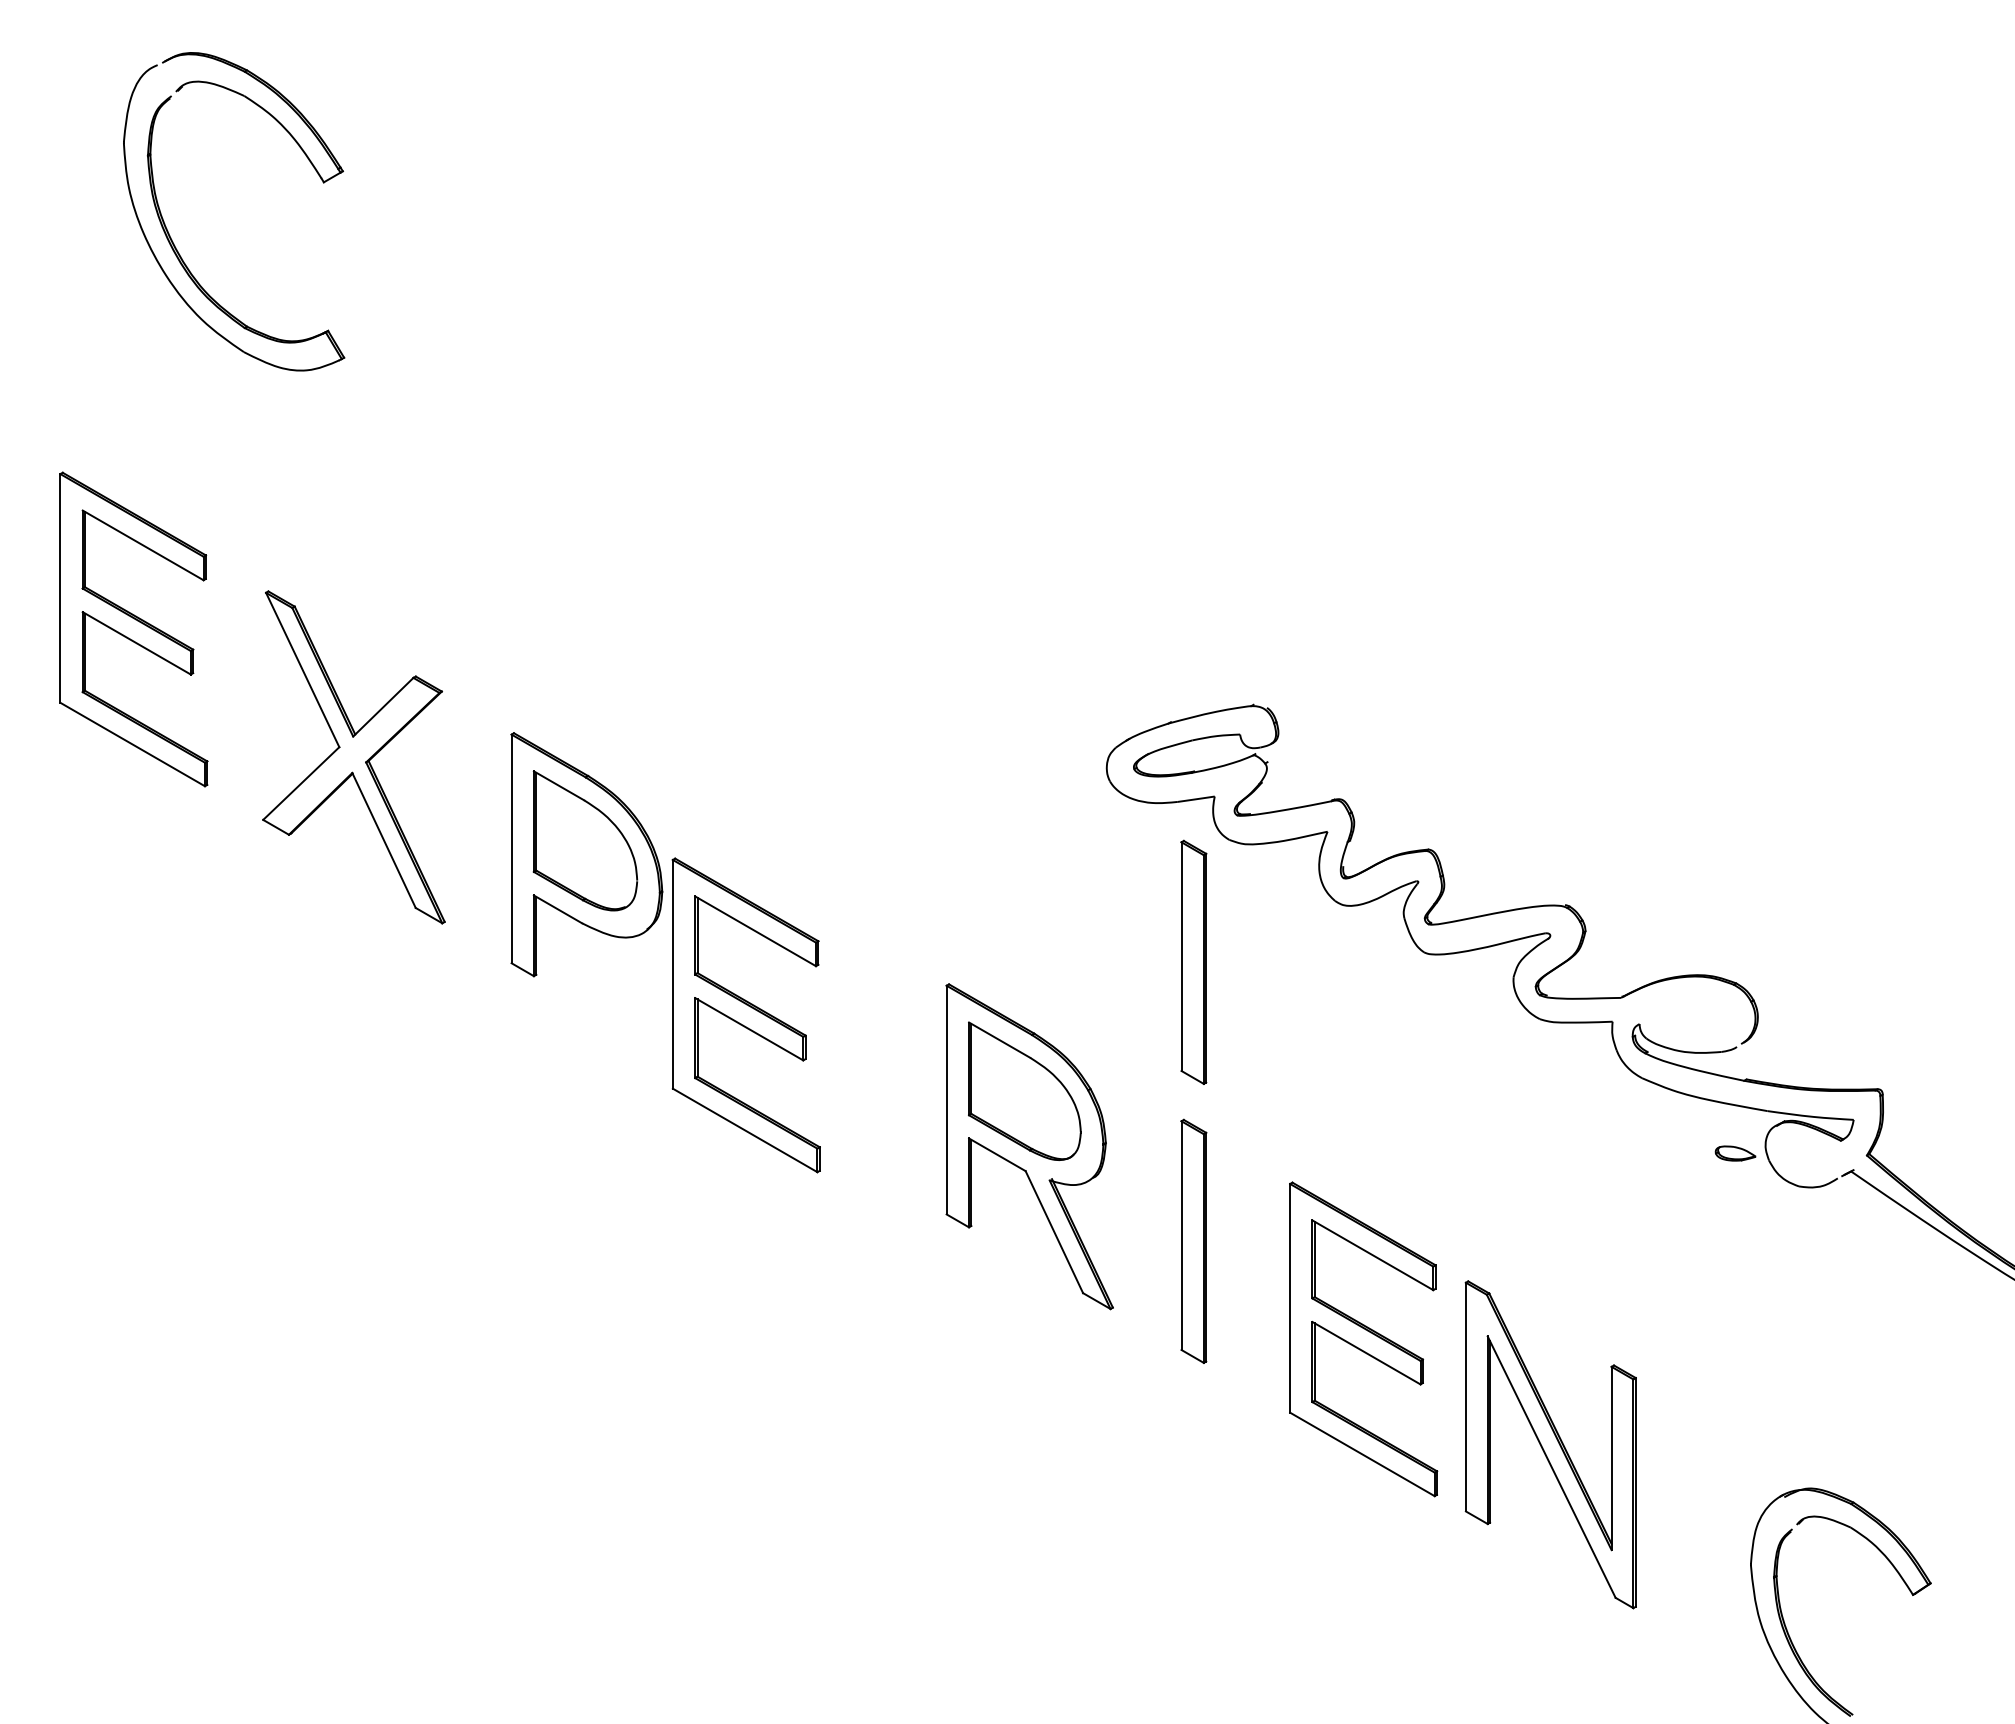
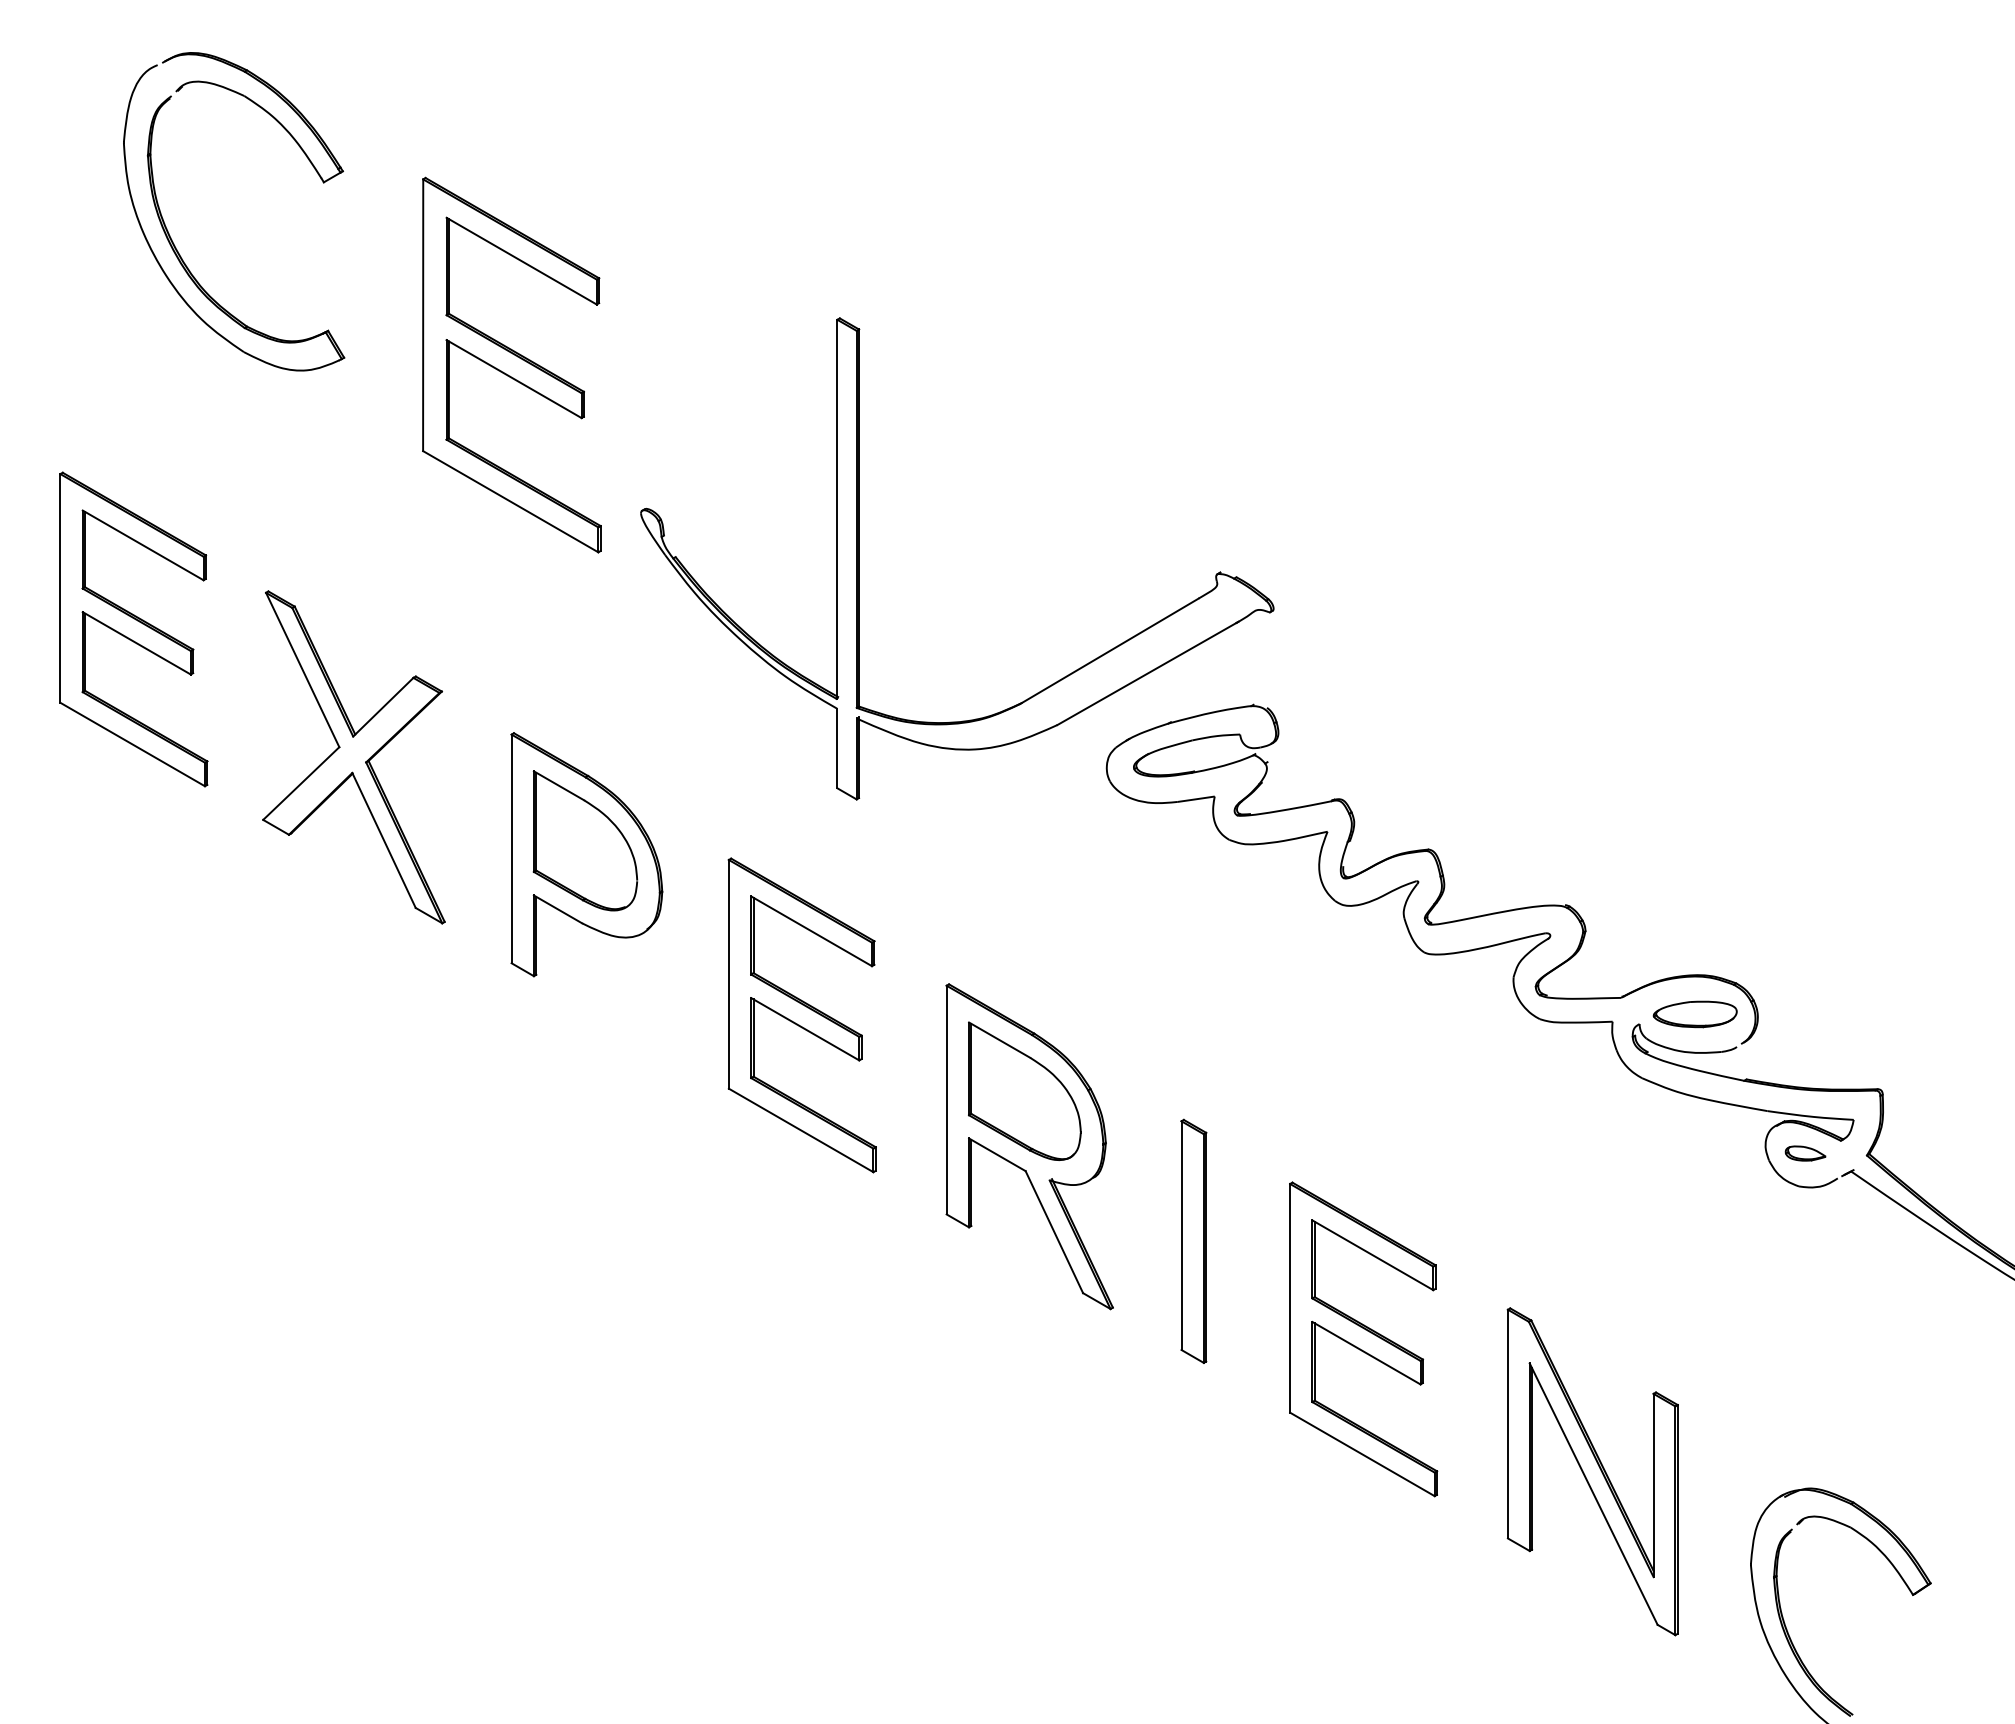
part at (511, 364): none -> present
part at (859, 558): none -> present
part at (1193, 961): present -> none
part at (1694, 1014): none -> present
part at (745, 1015) position: (745, 1015) -> (801, 1015)
part at (1735, 1153) position: (1735, 1153) -> (1805, 1153)
part at (1550, 1444) position: (1550, 1444) -> (1592, 1471)
